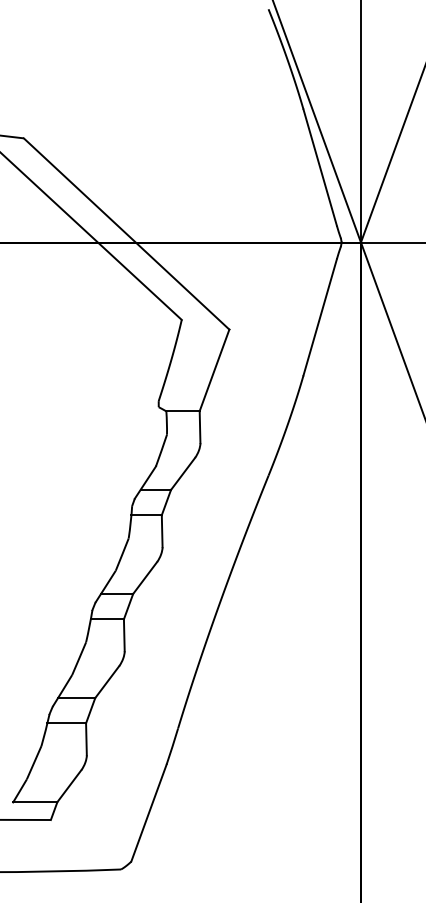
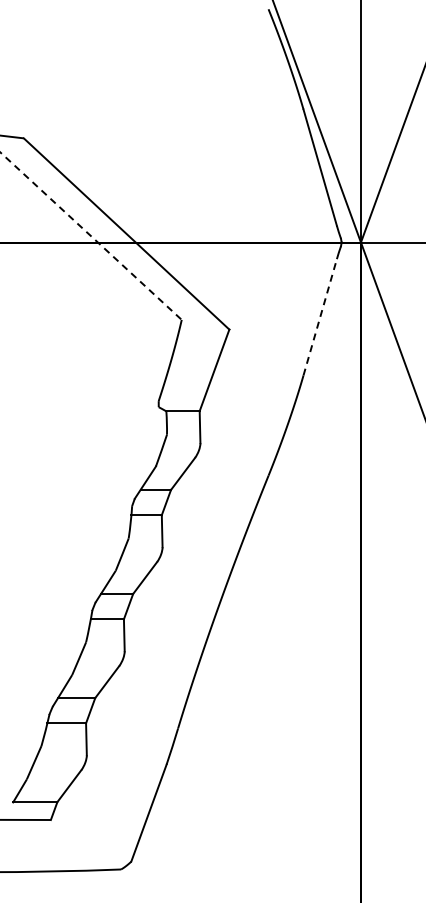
line at (91, 236): solid -> dashed
line at (320, 317): solid -> dashed
